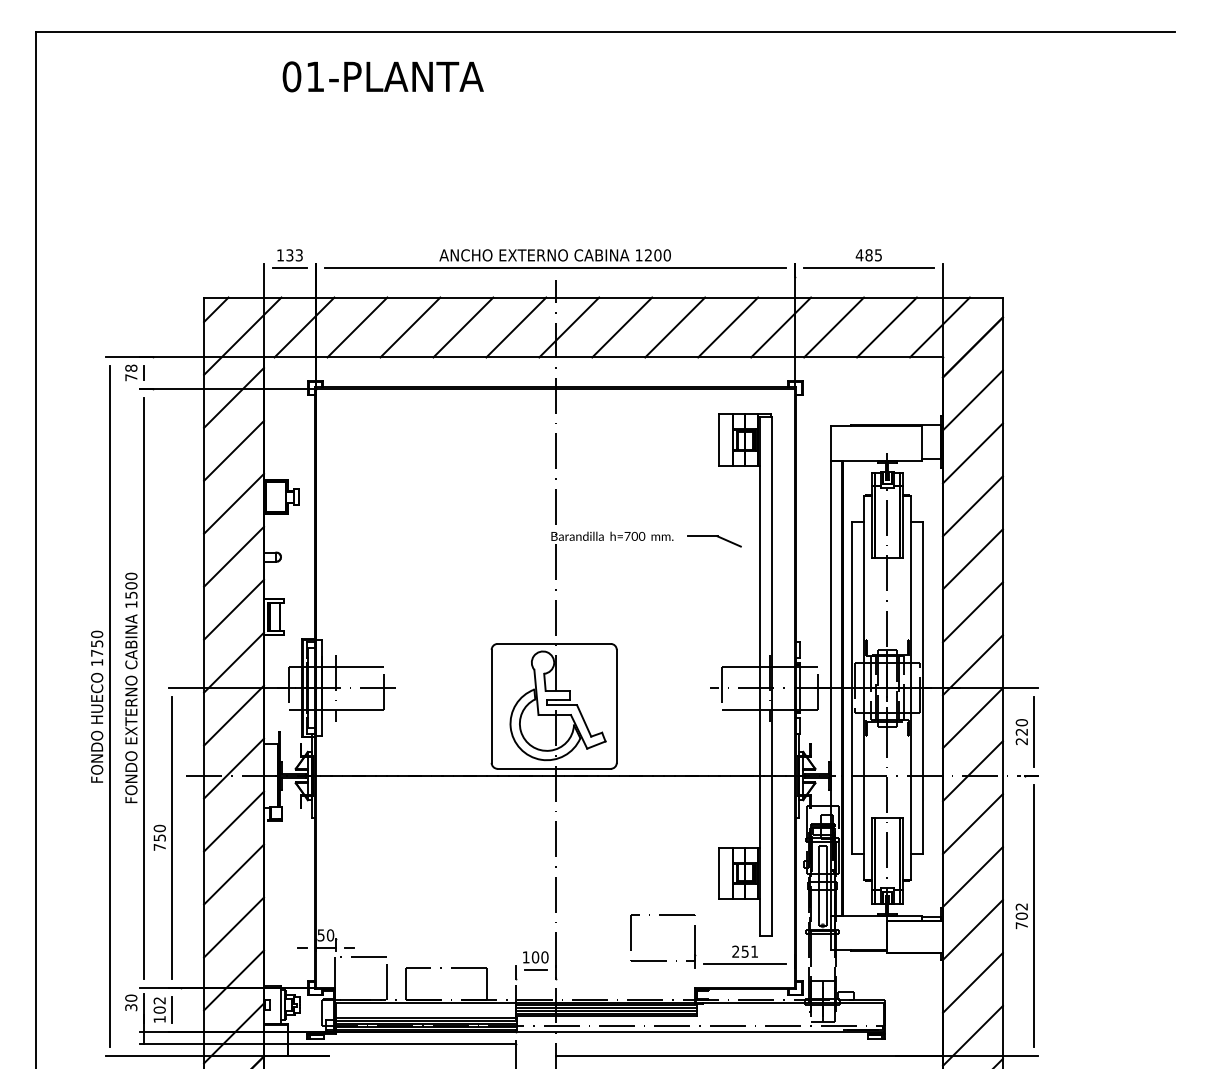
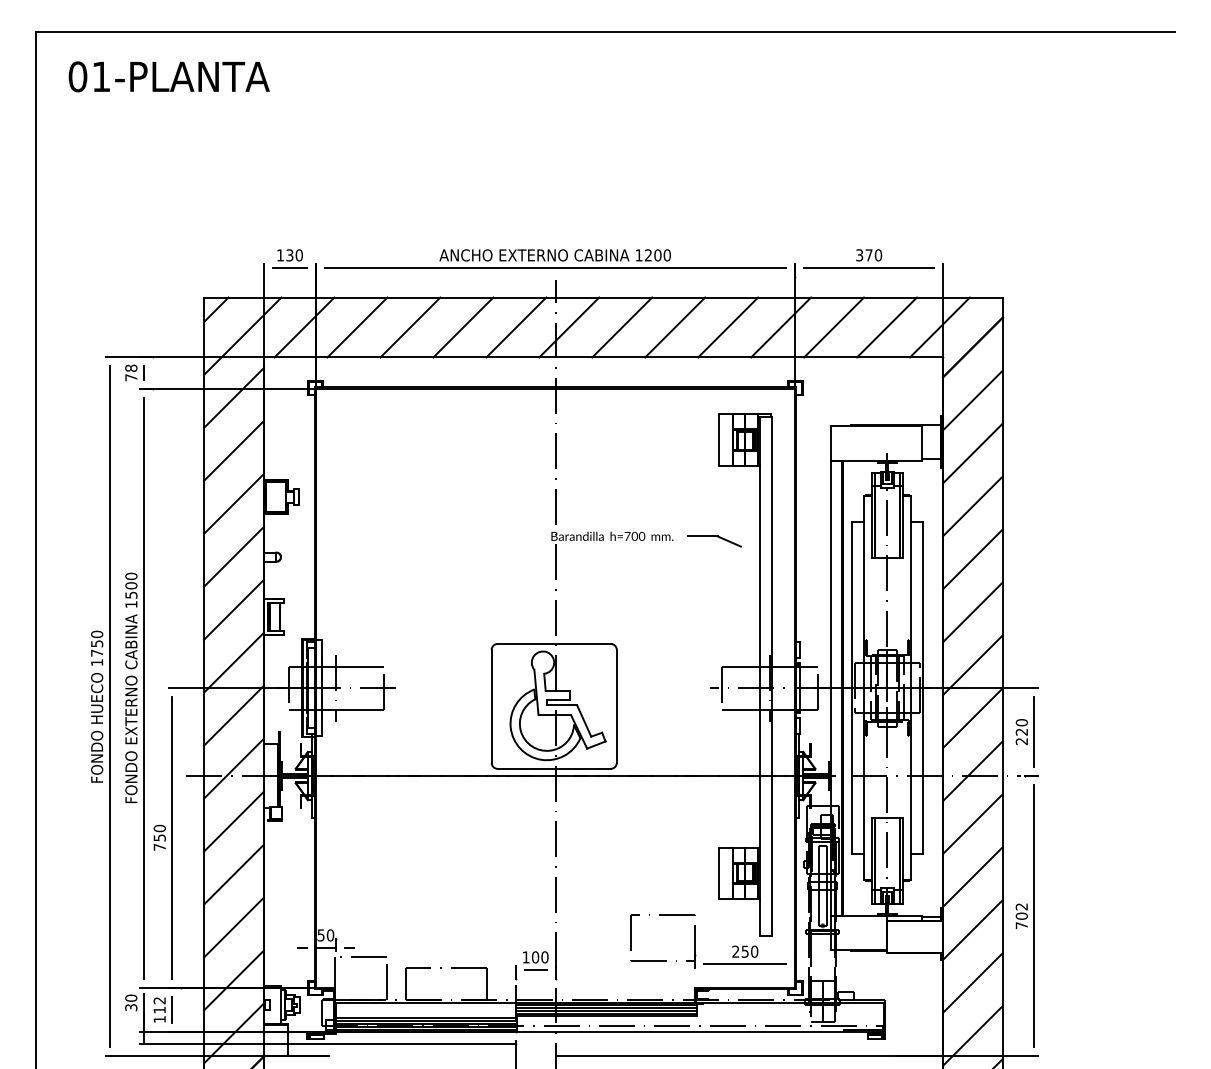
text at (382, 76) position: (382, 76) -> (168, 76)
text at (298, 255): 133 -> 130
text at (868, 255): 485 -> 370
text at (754, 951): 251 -> 250
text at (159, 1009): 102 -> 112
